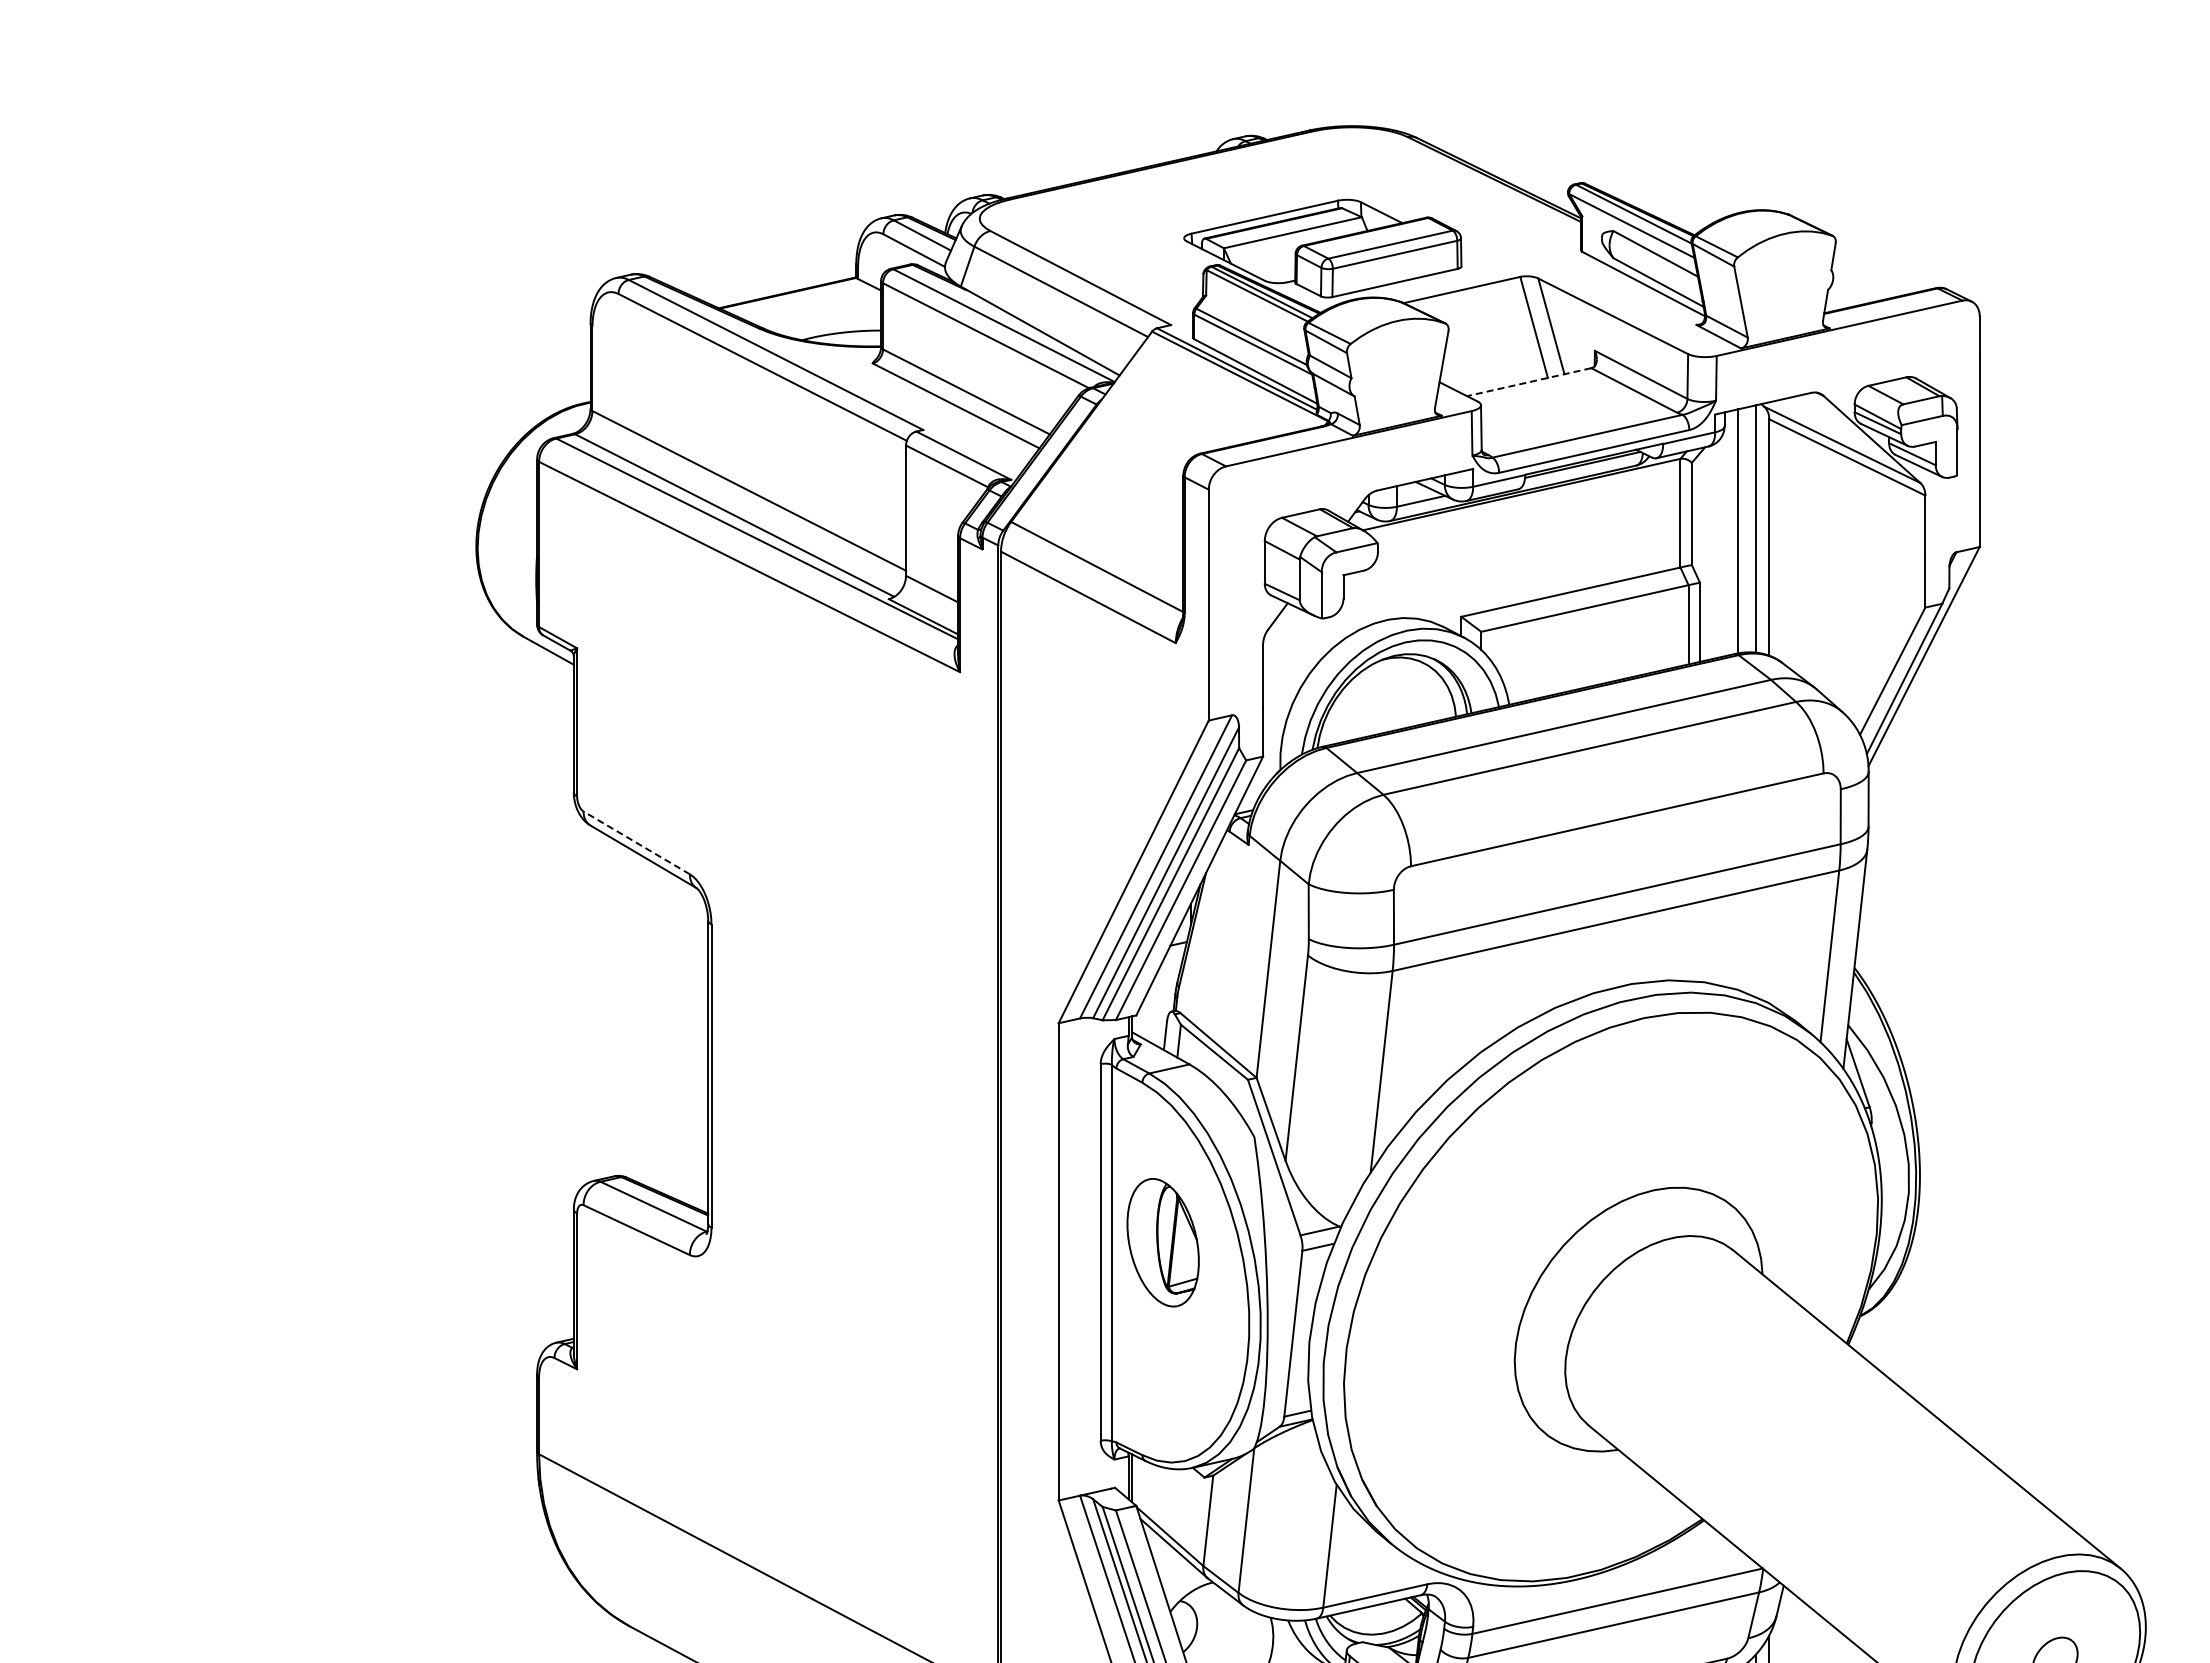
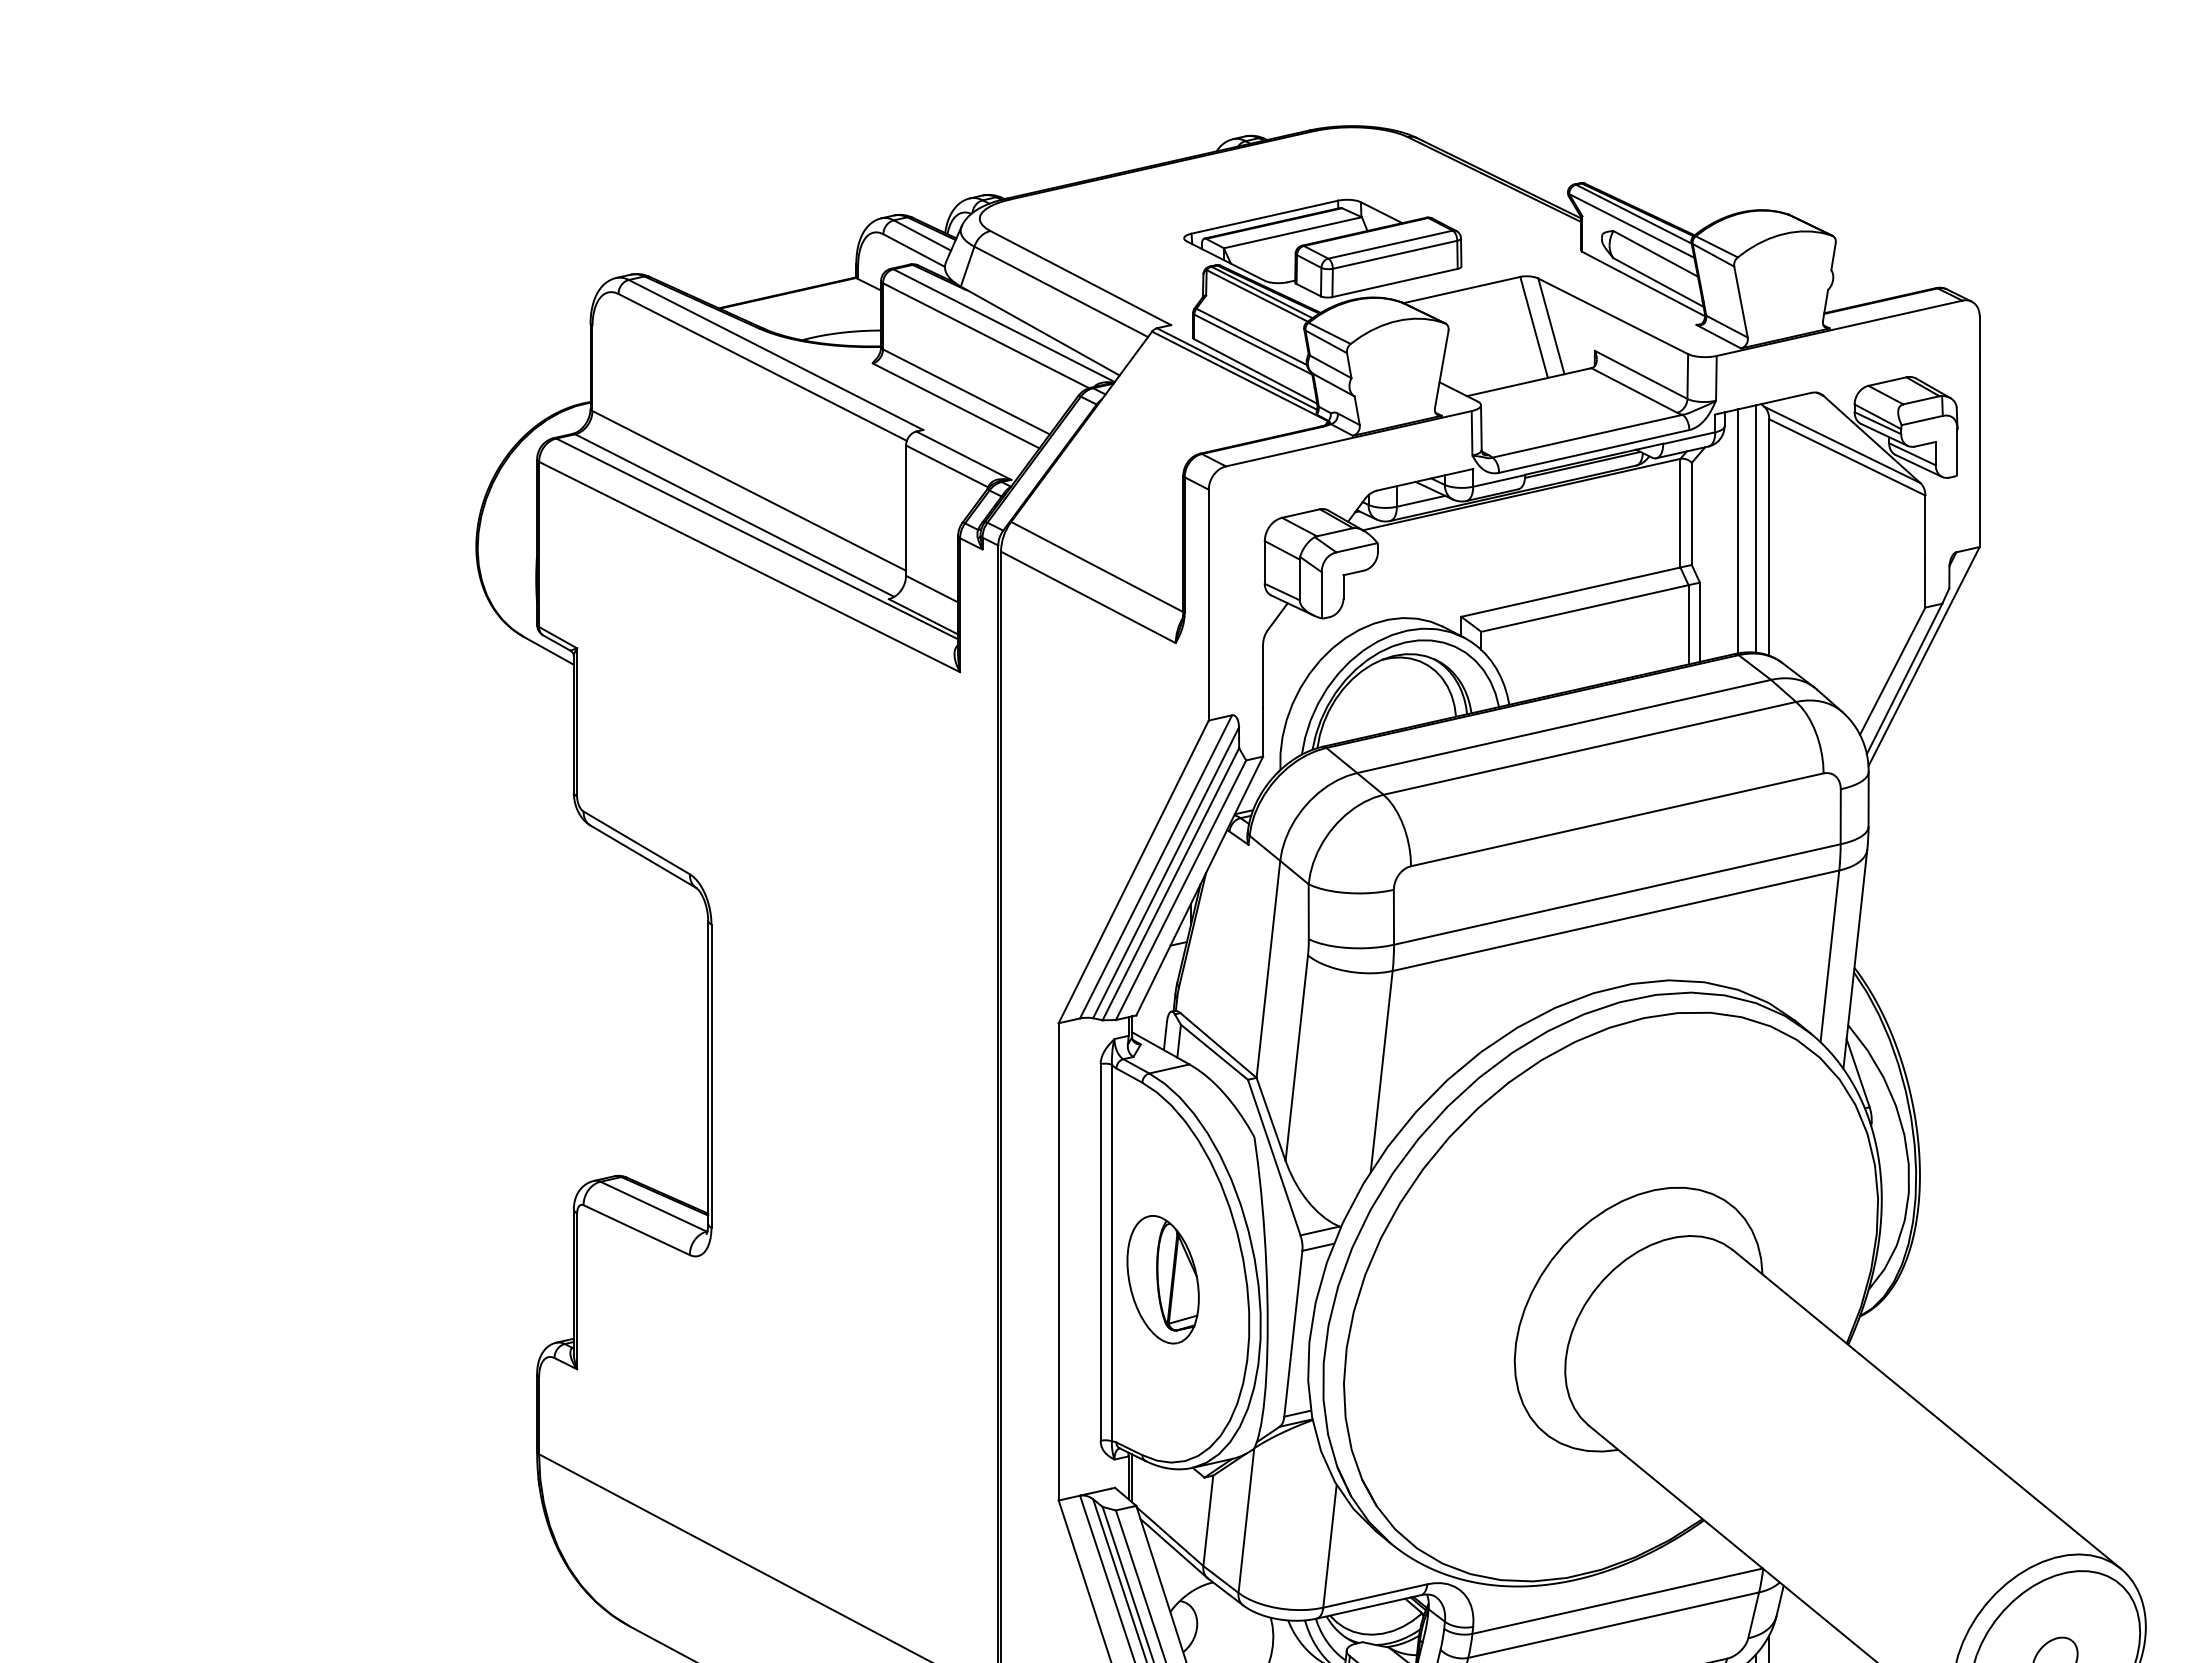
line at (1529, 382): dashed -> solid
line at (636, 842): dashed -> solid
part at (1162, 1242) position: (1162, 1242) -> (1162, 1279)
